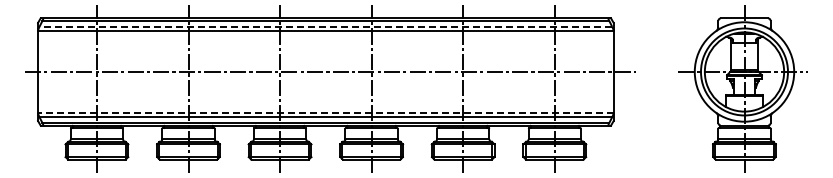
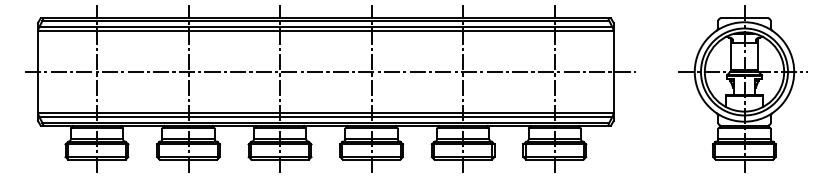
line at (325, 26): dashed -> solid
line at (325, 112): dashed -> solid
